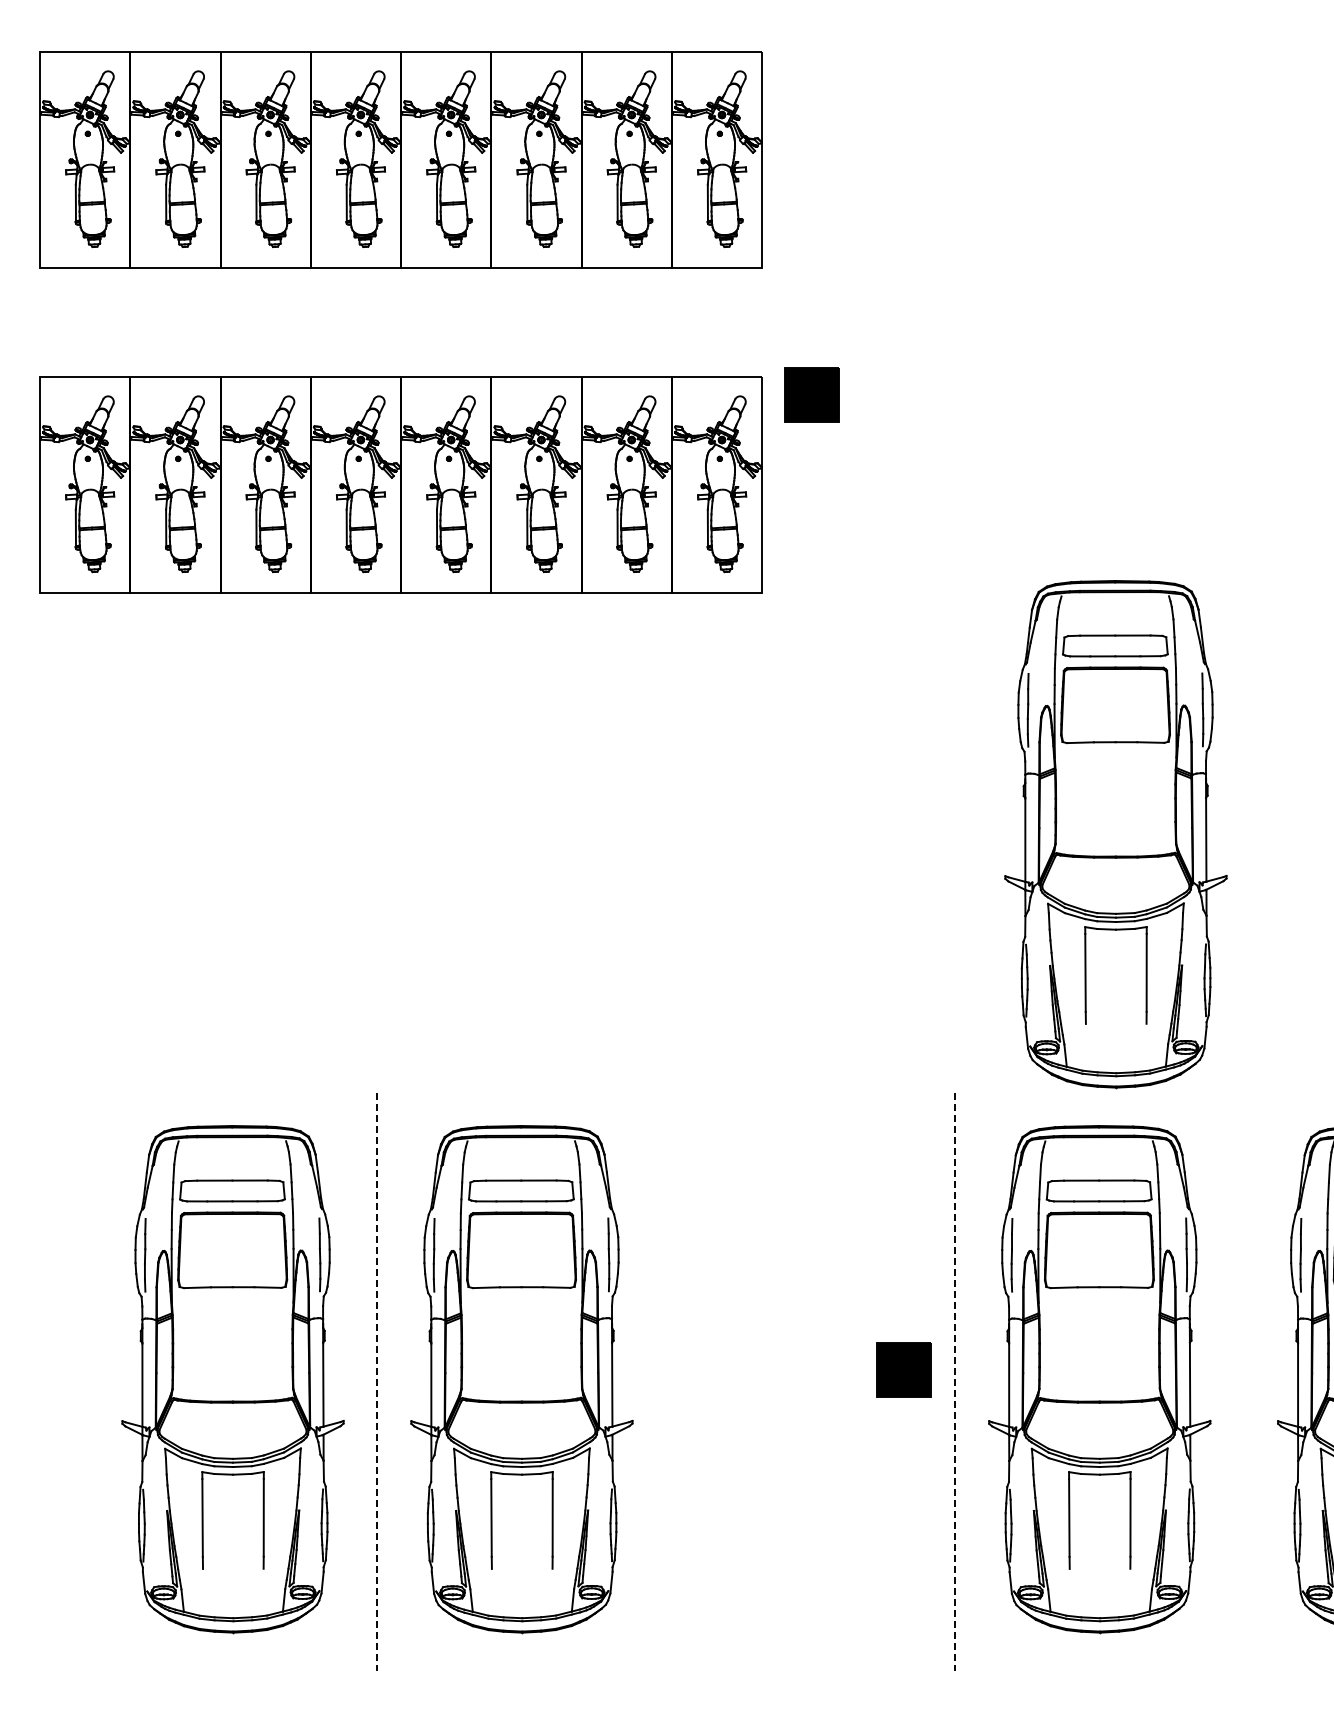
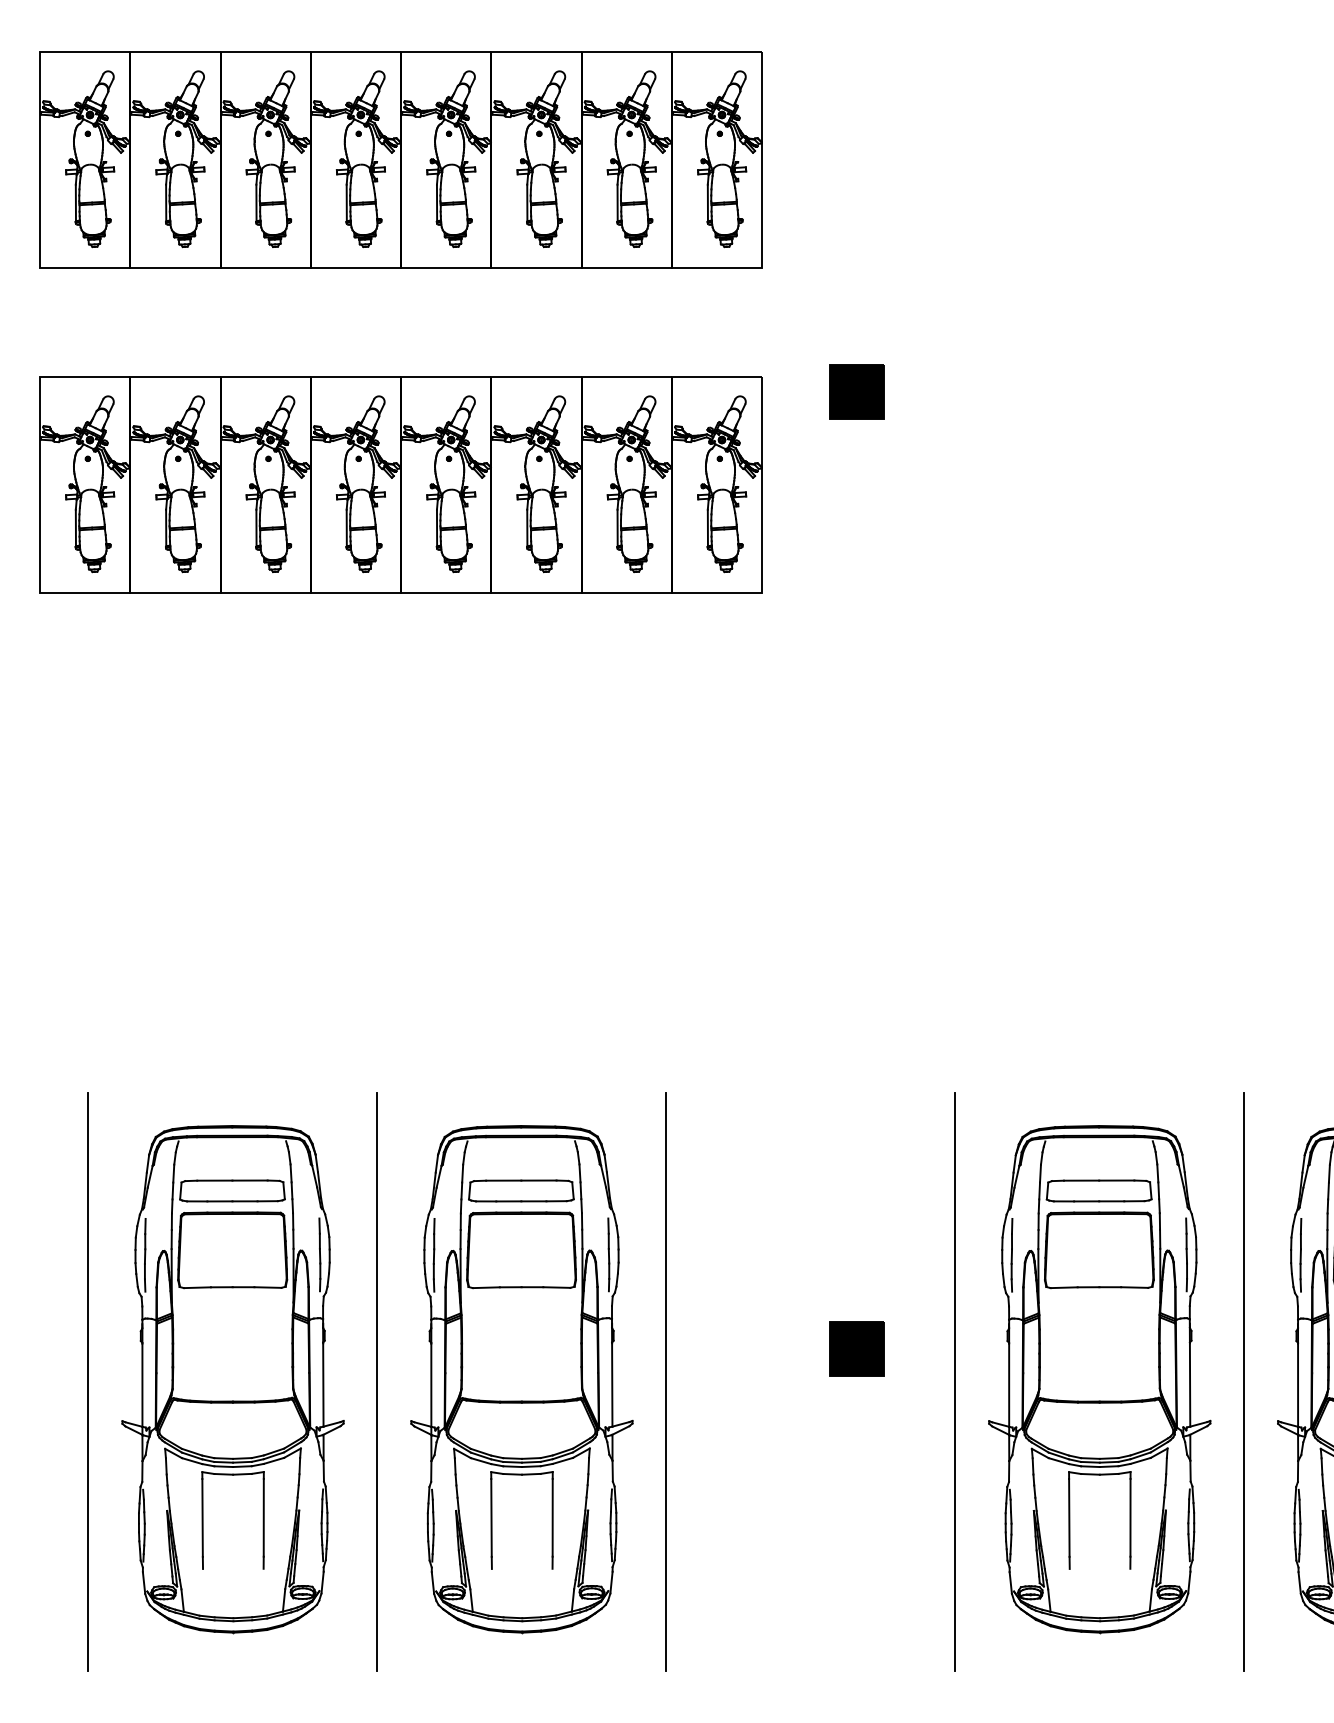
part at (811, 394) position: (811, 394) -> (856, 391)
part at (1115, 834): present -> none
part at (903, 1369) position: (903, 1369) -> (856, 1348)
line at (88, 1382): none -> present
line at (376, 1382): dashed -> solid
line at (665, 1382): none -> present
line at (954, 1382): dashed -> solid
line at (1243, 1382): none -> present
